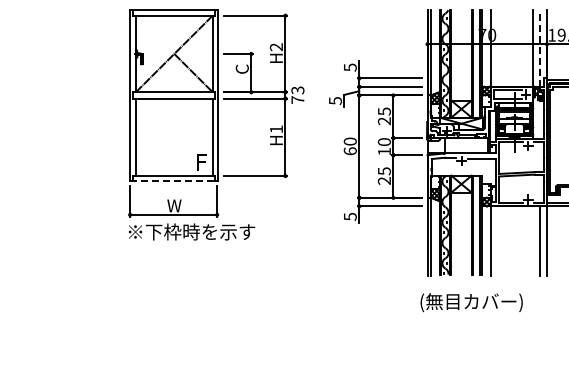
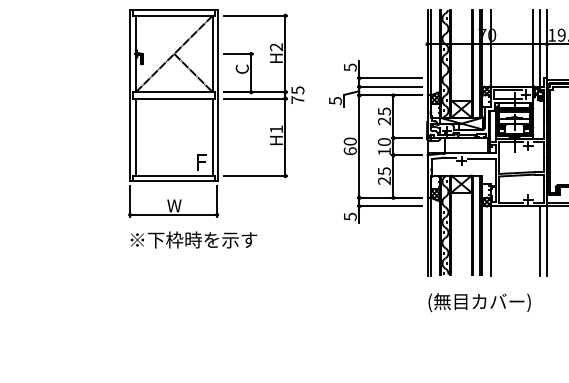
line at (539, 48): dashed -> solid
text at (297, 89): 73 -> 75
line at (173, 180): dashed -> solid
text at (192, 231) position: (192, 231) -> (194, 239)
text at (471, 302) position: (471, 302) -> (479, 302)
